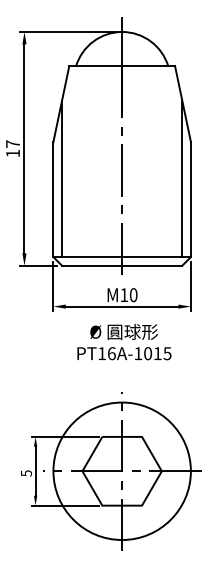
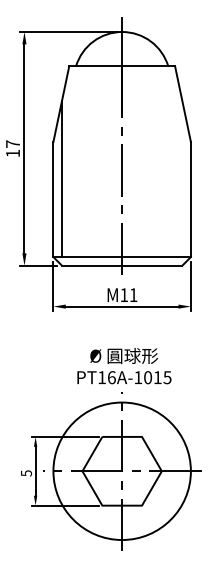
line at (182, 178): present -> none
text at (133, 295): 10 -> 11
text at (124, 342) position: (124, 342) -> (124, 366)
